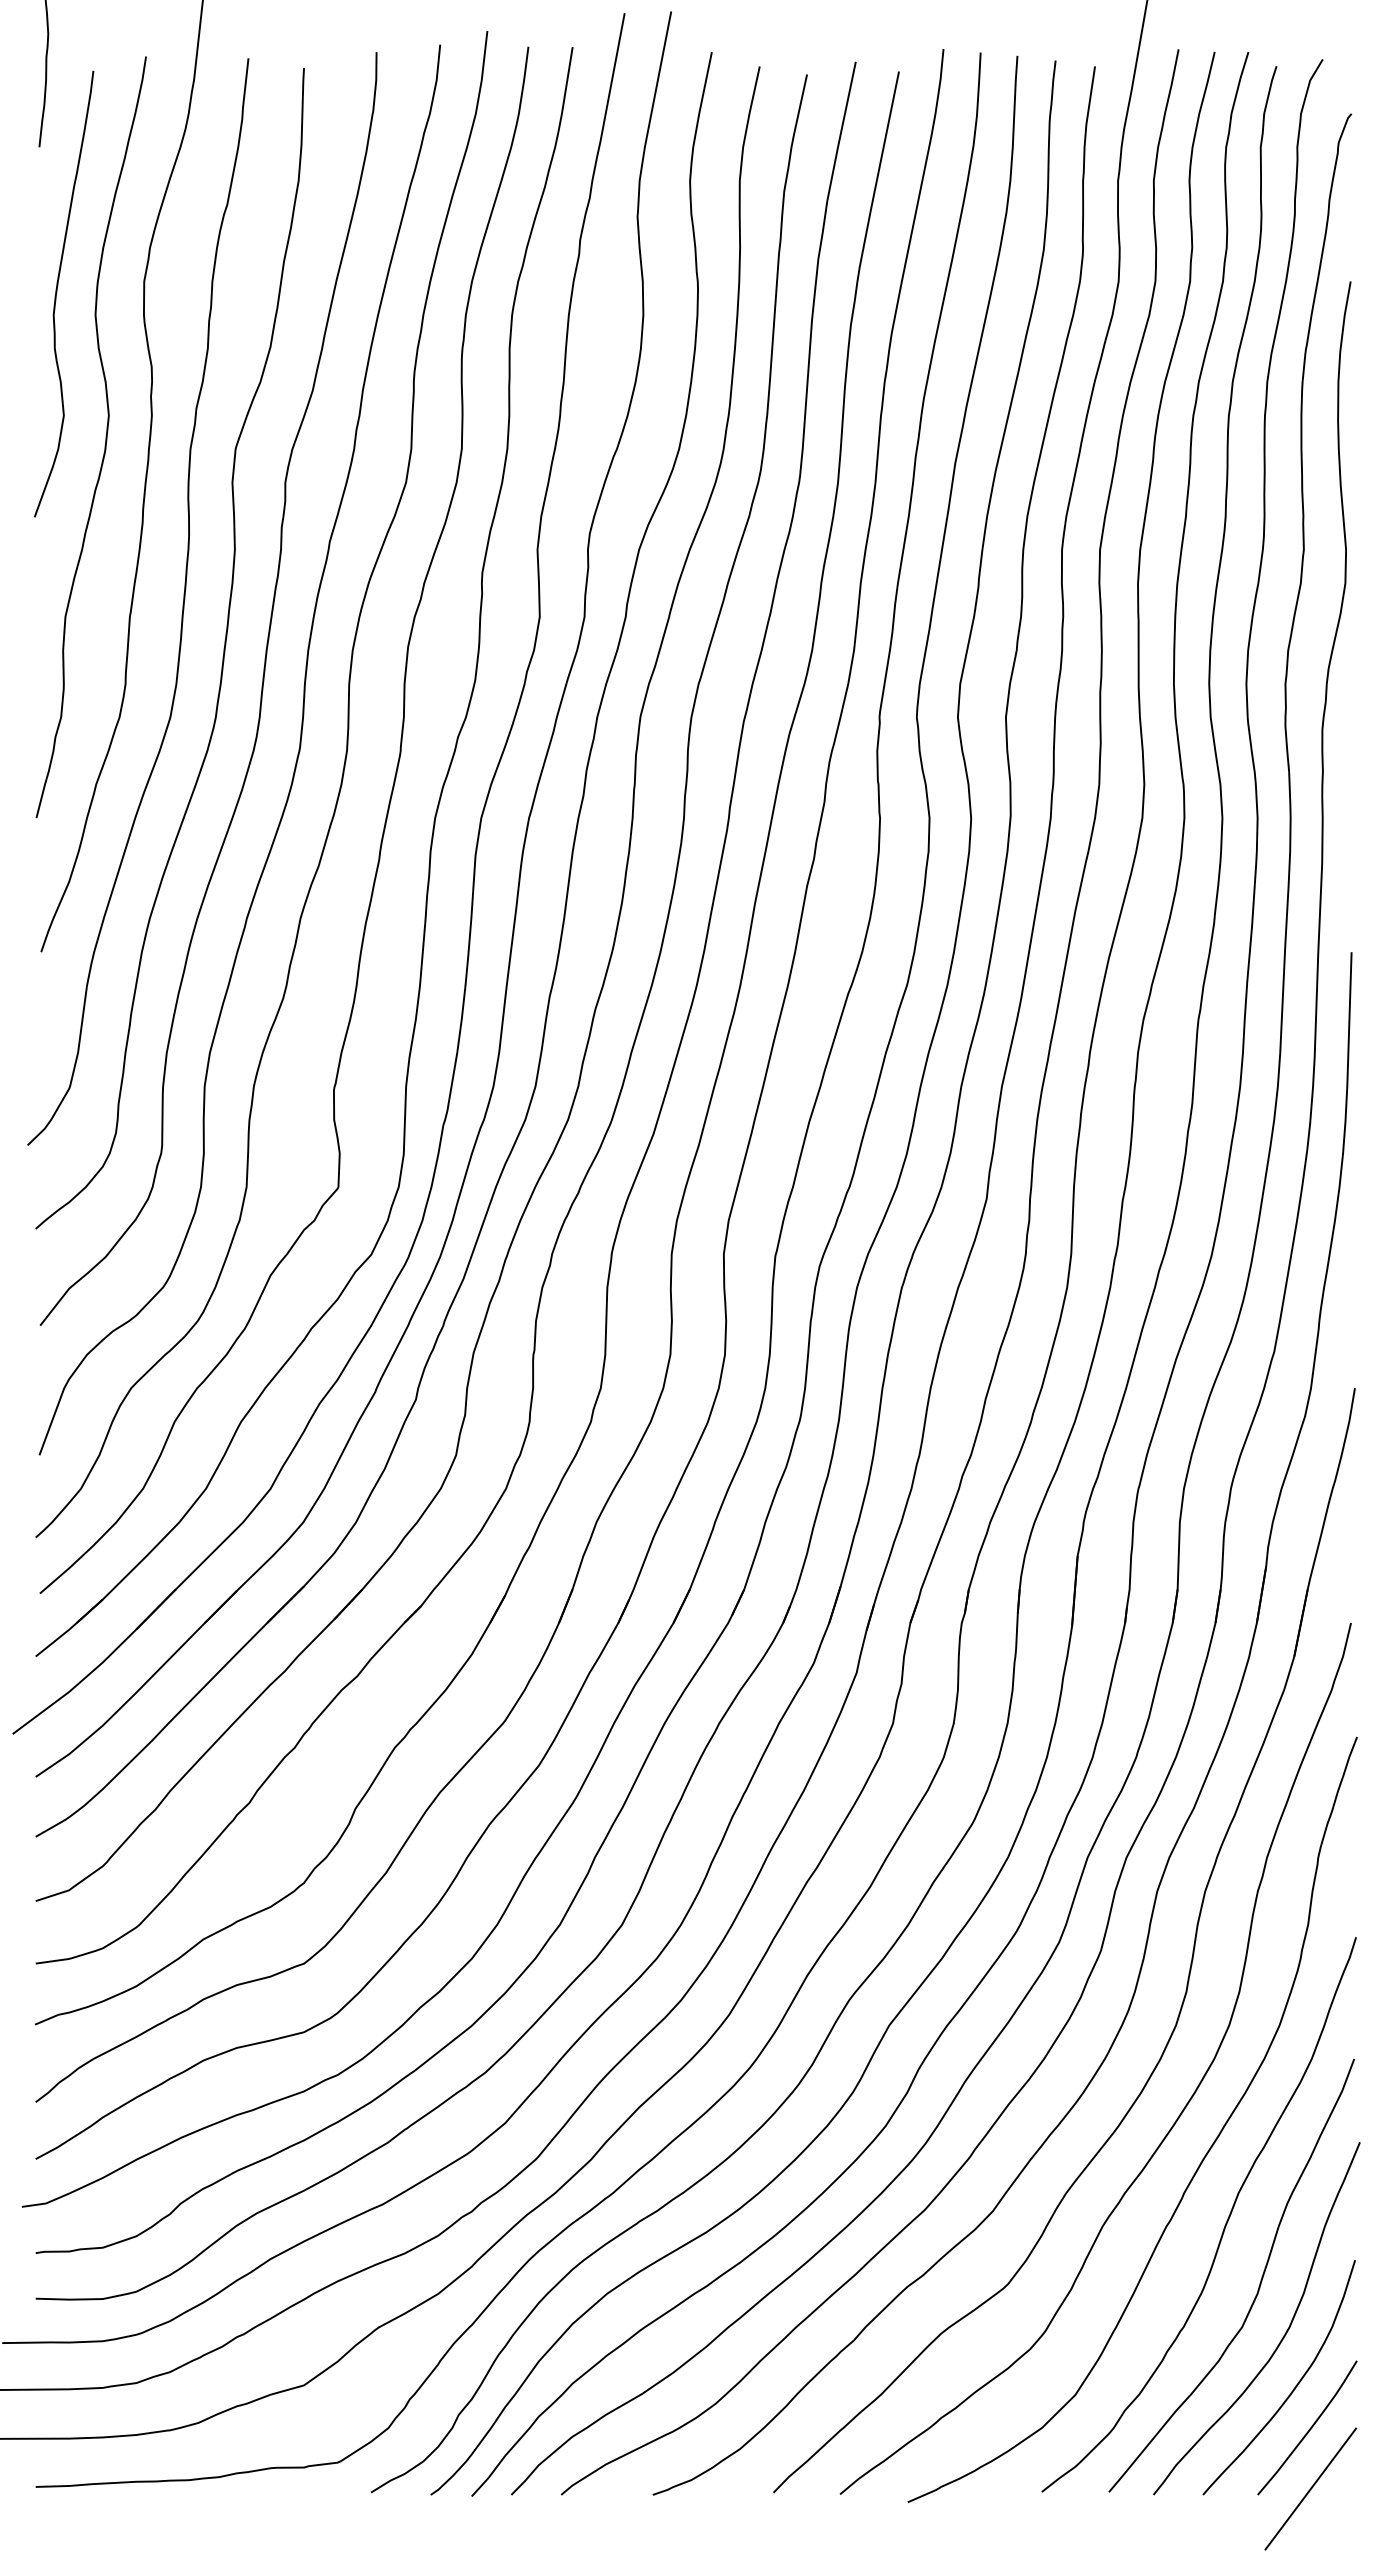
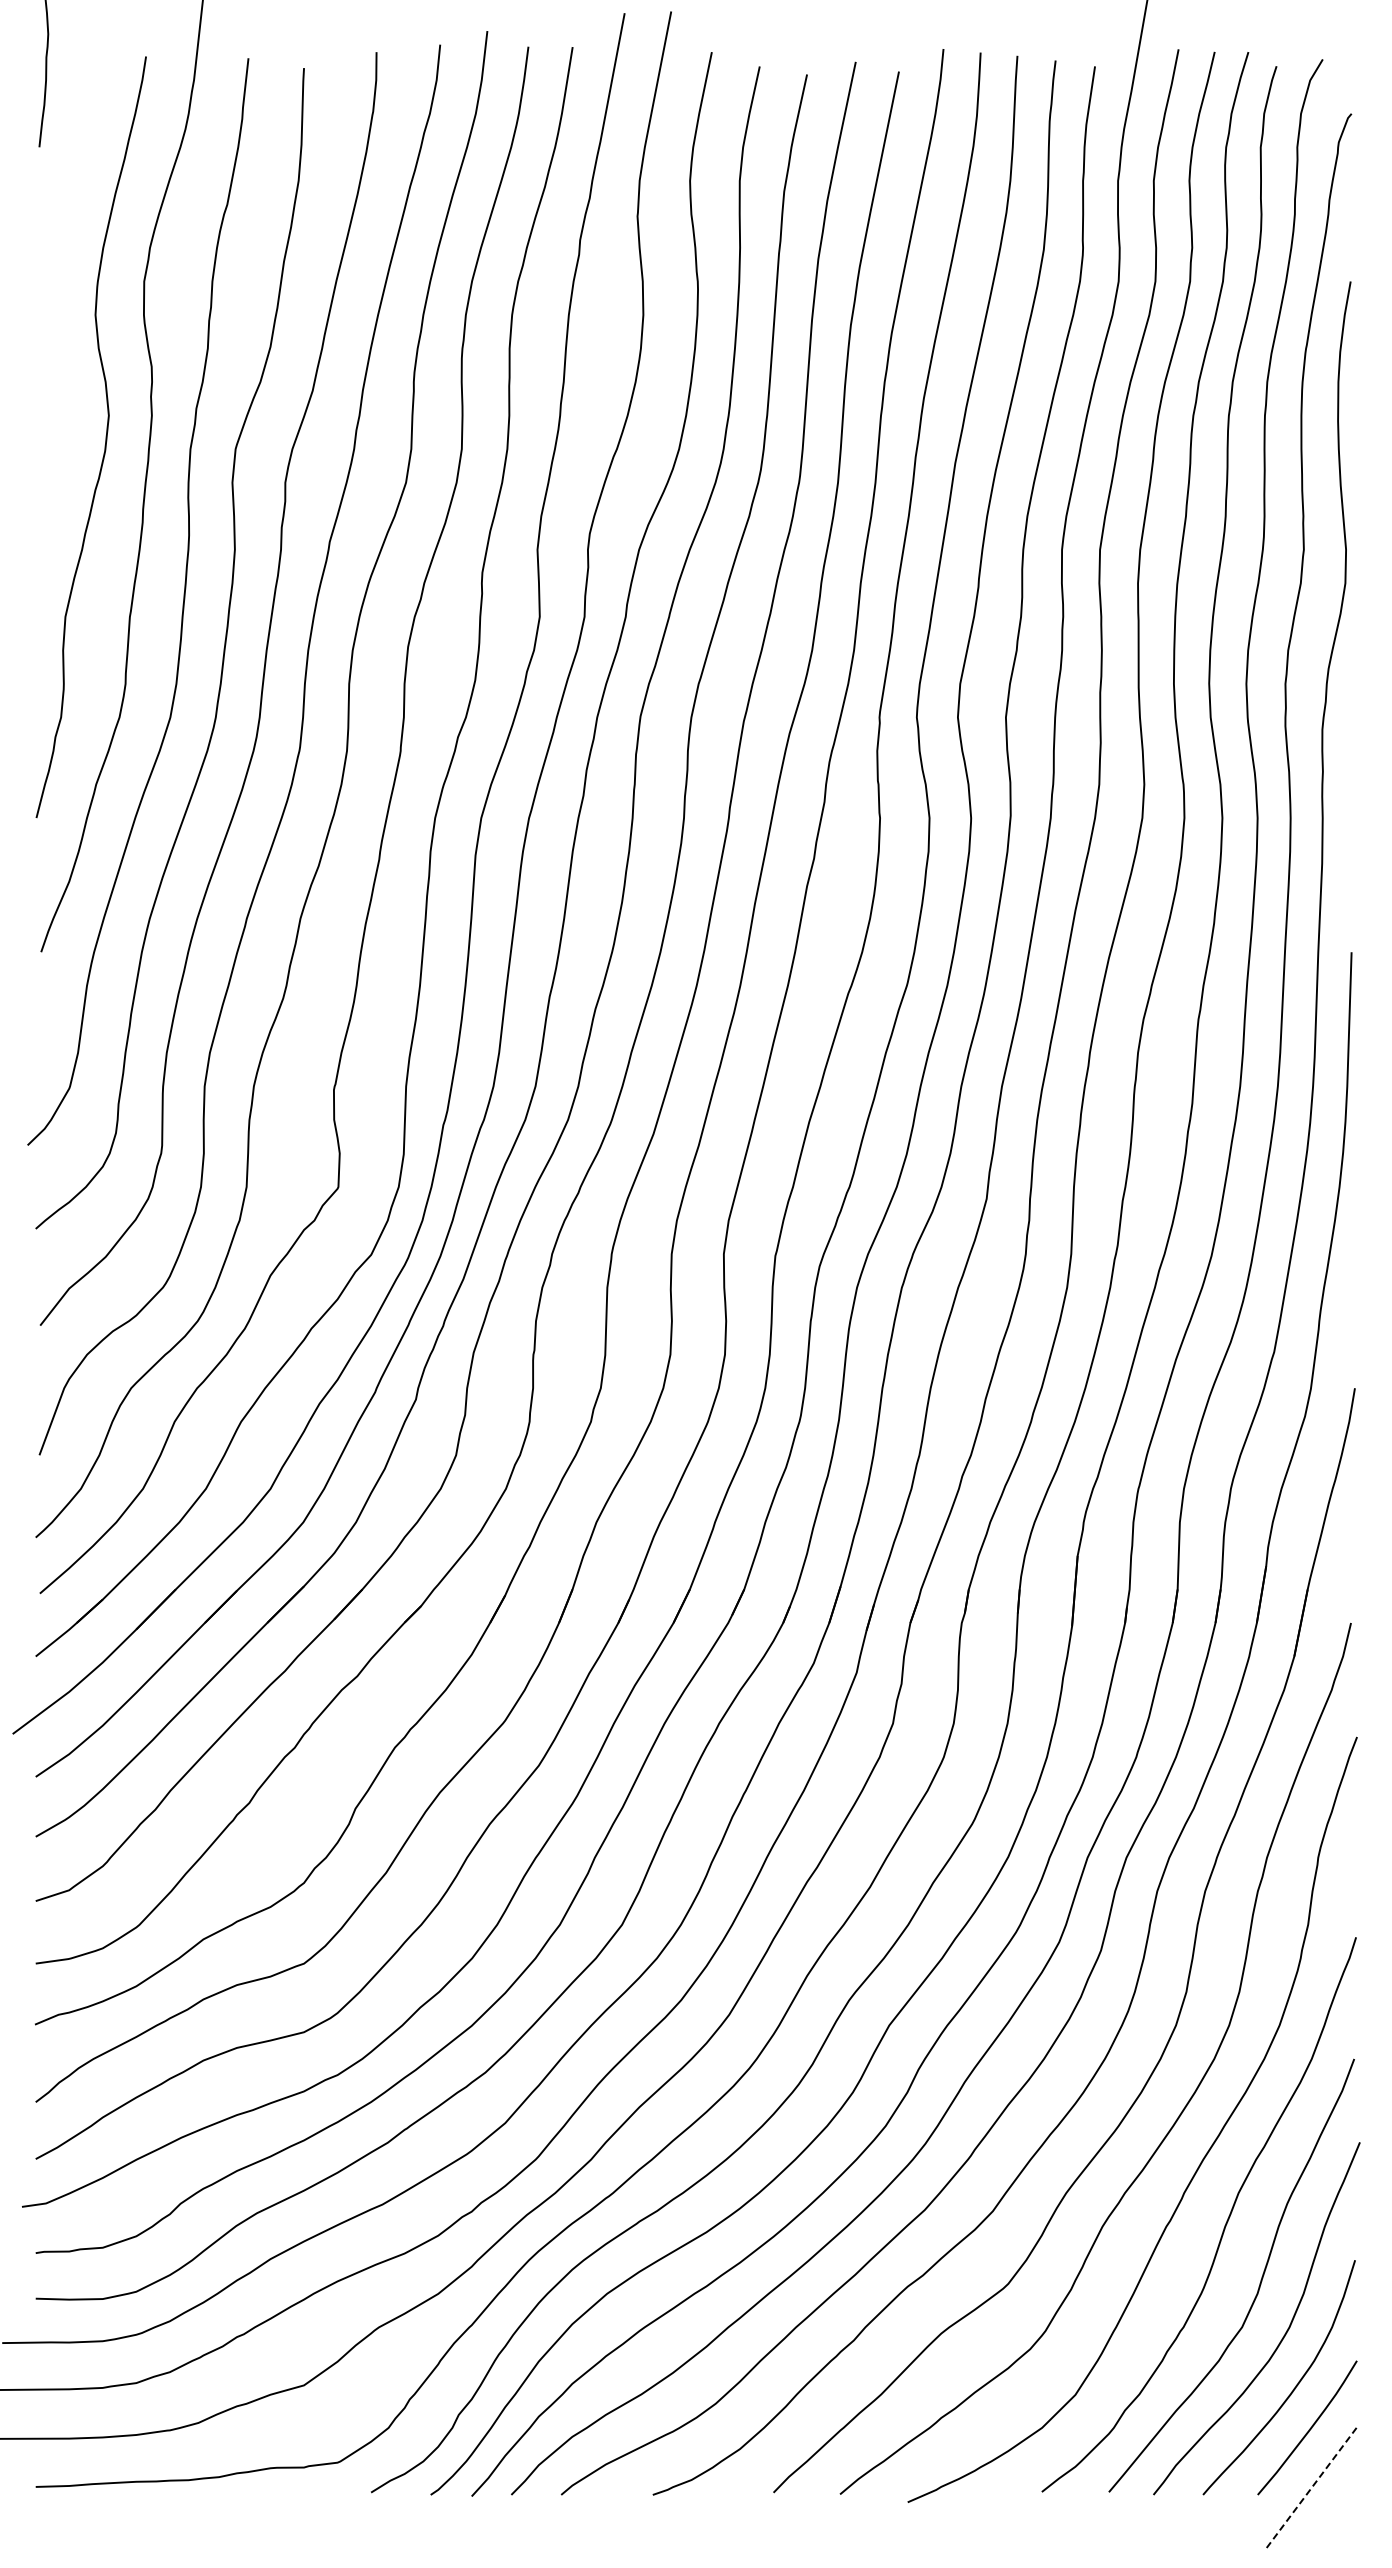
curve at (57, 292): present -> none
line at (1310, 2489): solid -> dashed
